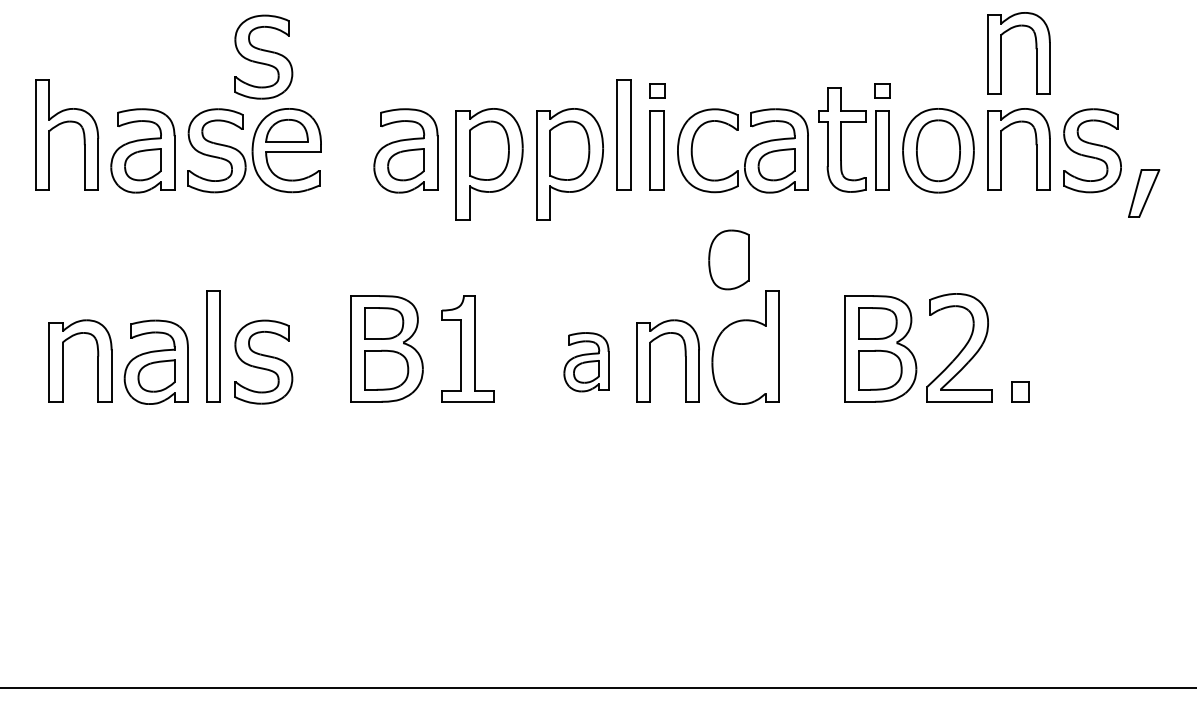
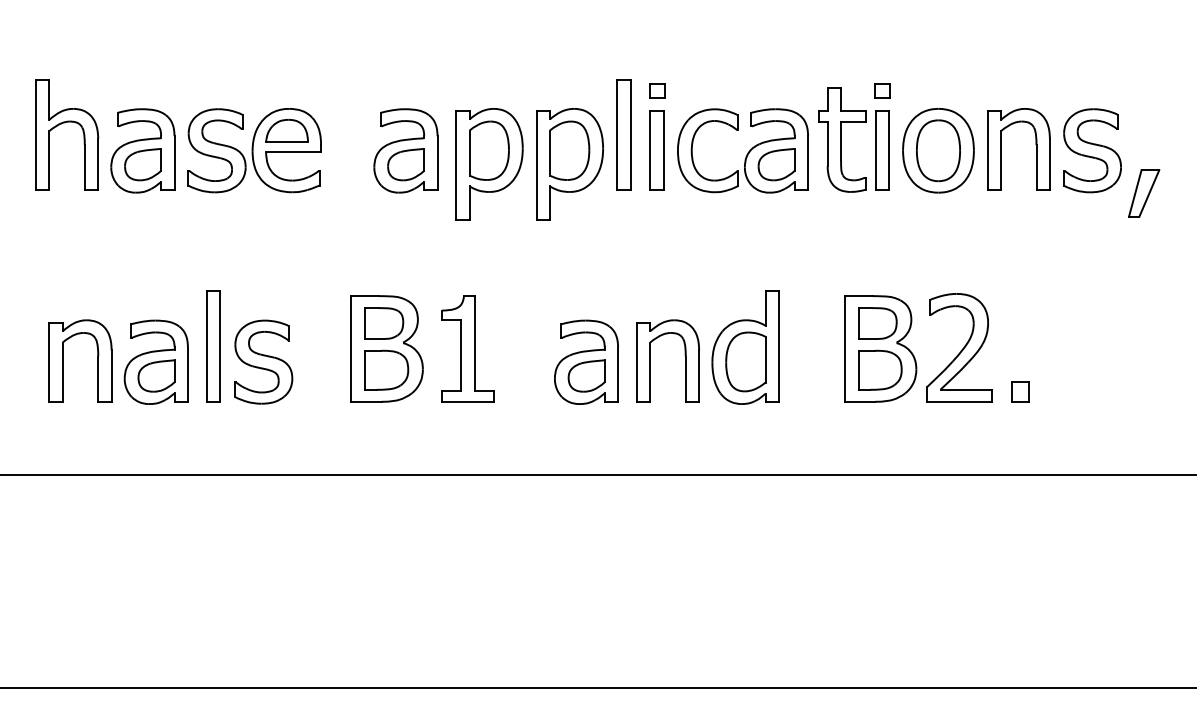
part at (1001, 53): present -> none
part at (263, 56): present -> none
part at (728, 259) position: (728, 259) -> (745, 361)
part at (586, 362) size: 47x61 px -> 65x86 px
line at (597, 475): none -> present
